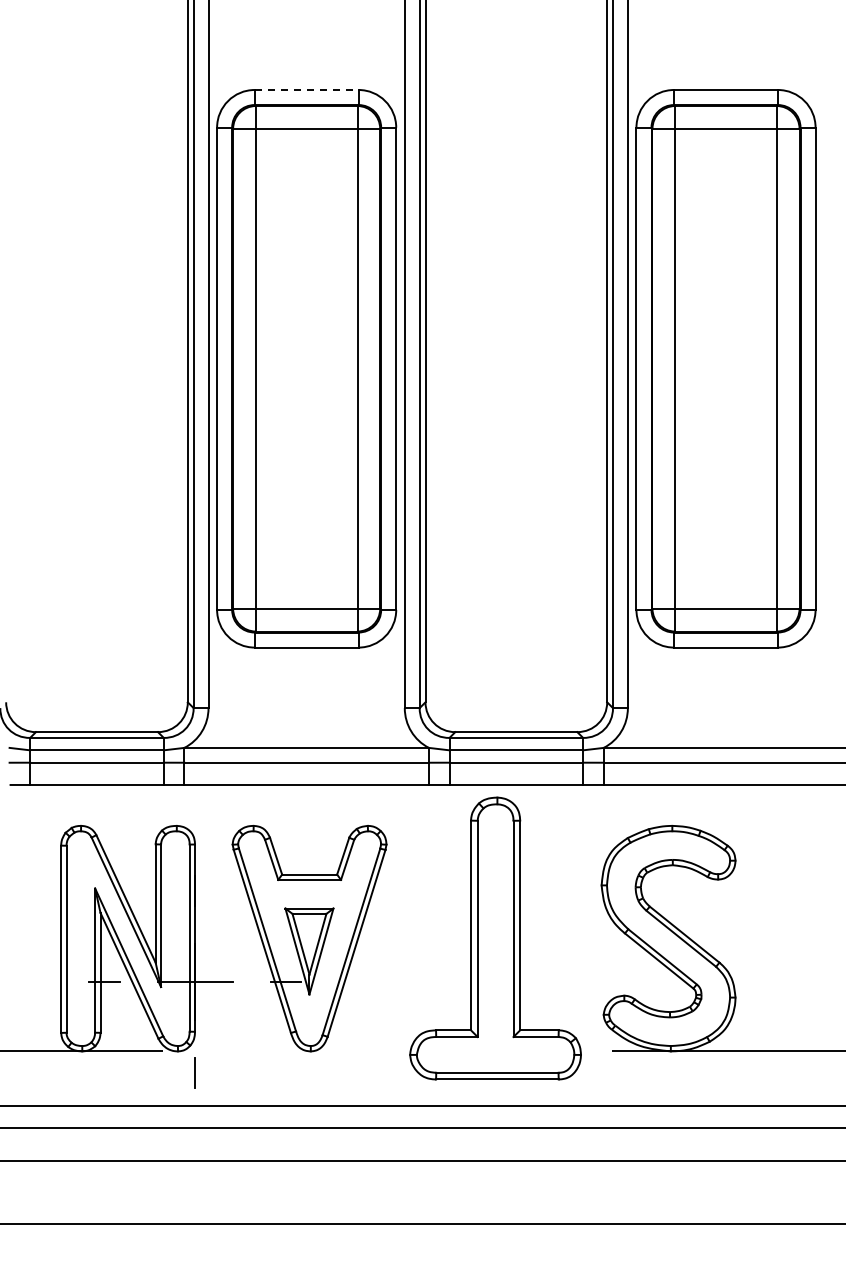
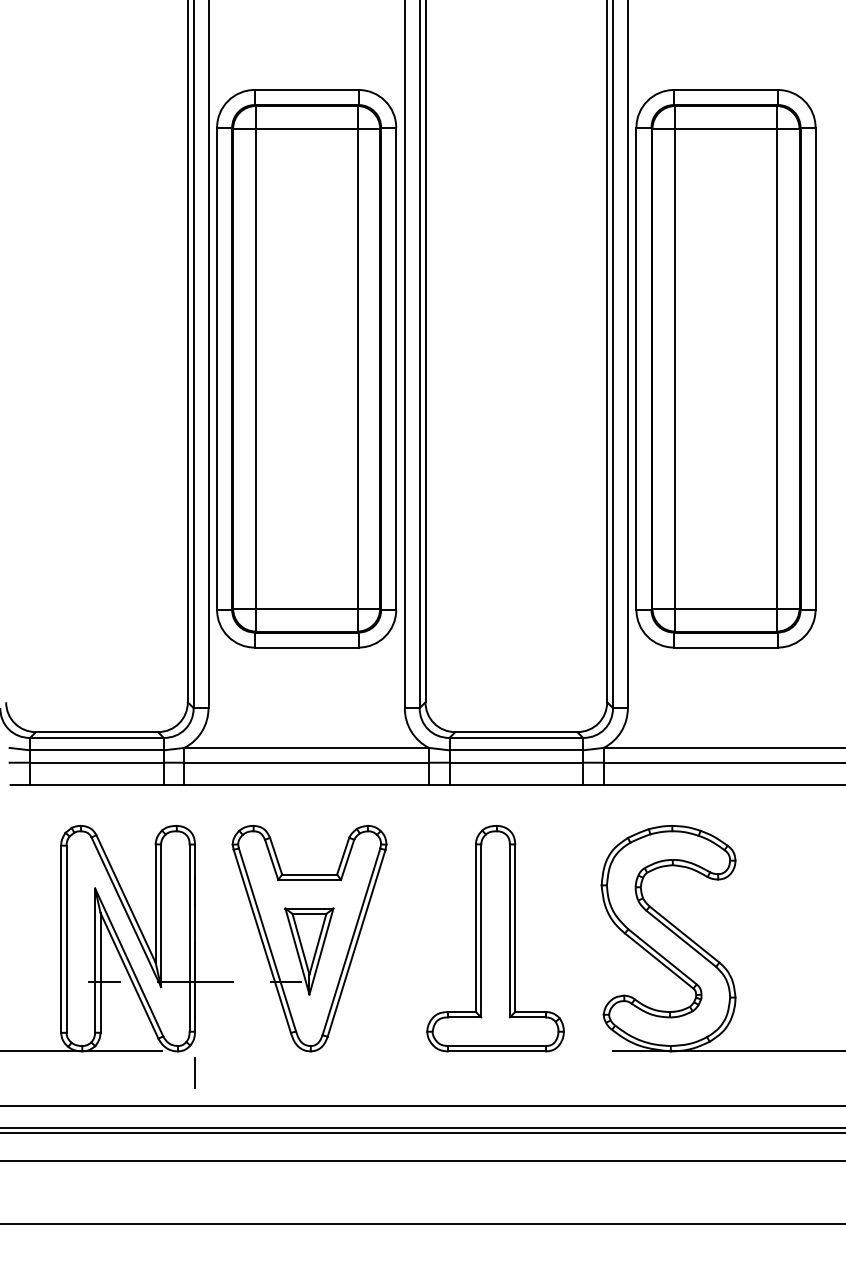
line at (306, 89): dashed -> solid
part at (495, 938) size: 173x285 px -> 139x228 px
line at (422, 1133): none -> present
